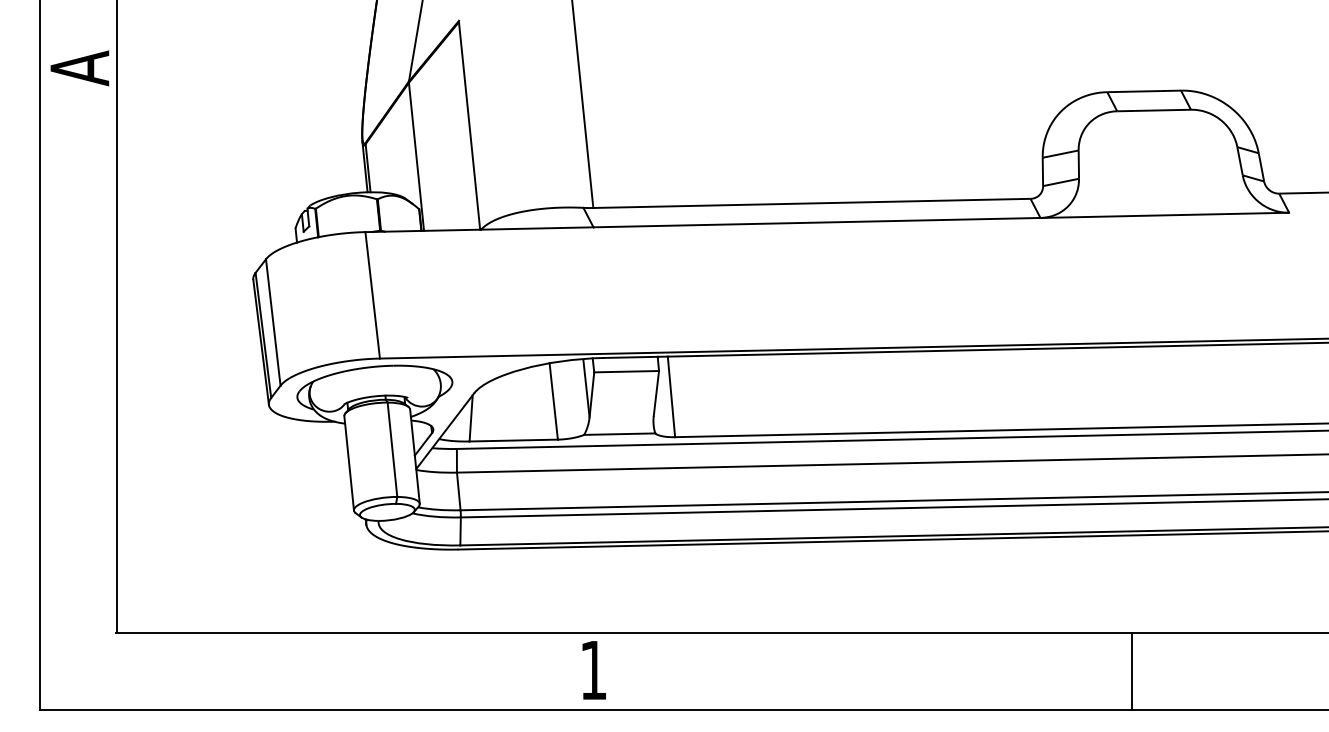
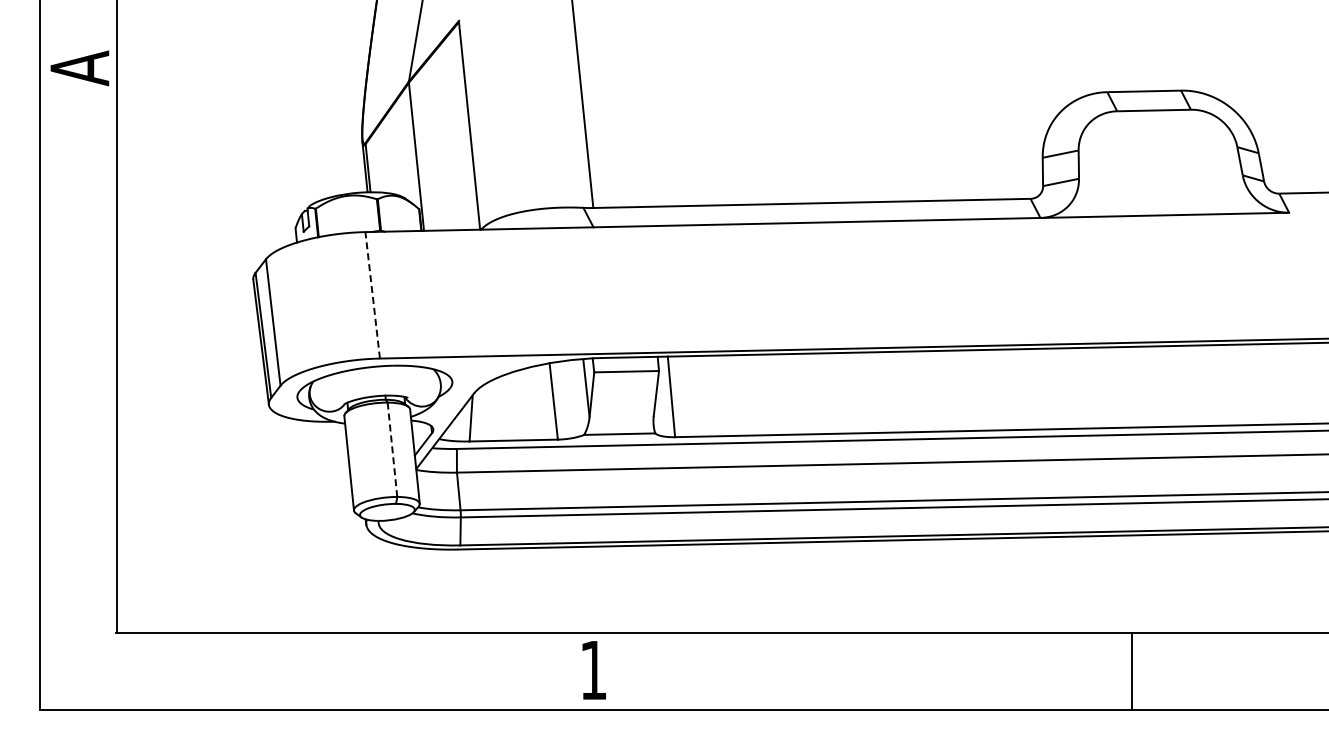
line at (372, 295): solid -> dashed
line at (392, 450): solid -> dashed
